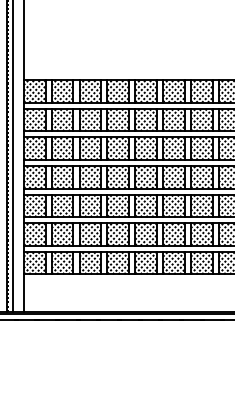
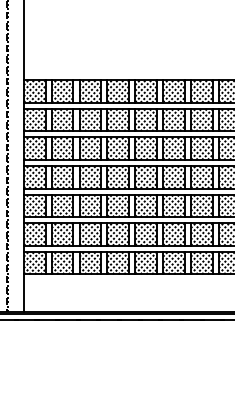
line at (6, 155): solid -> dashed
line at (12, 156): present -> none
